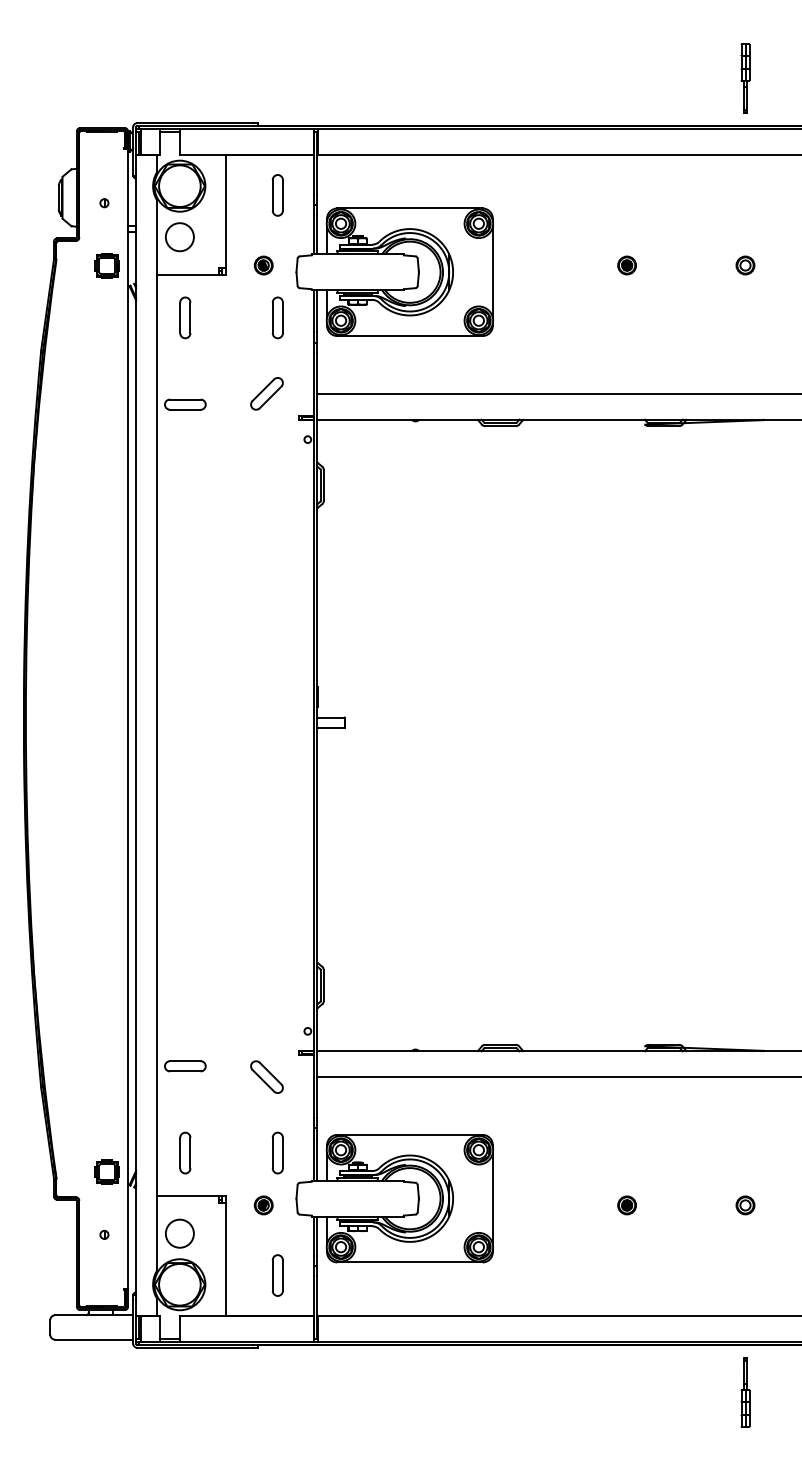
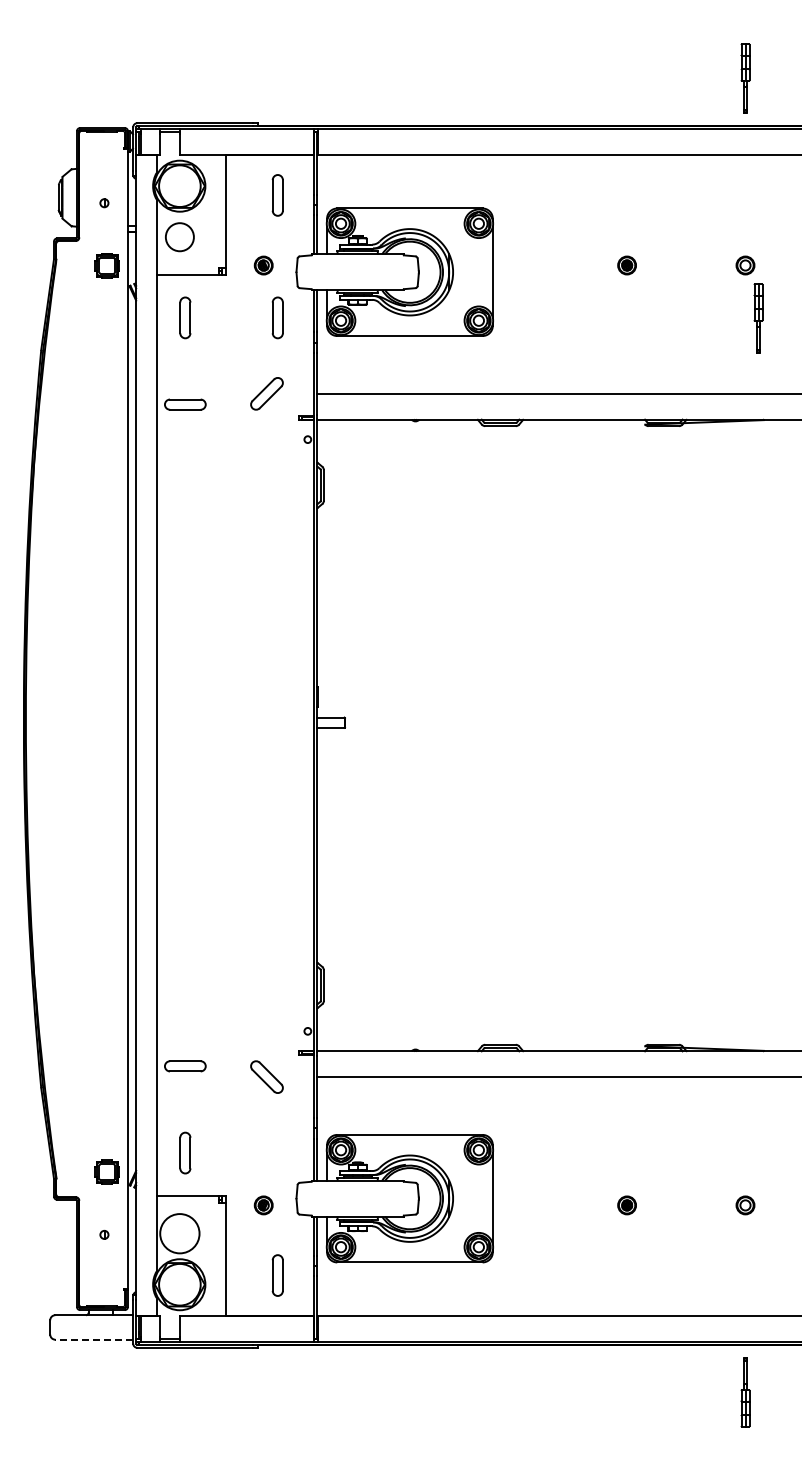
part at (758, 318): none -> present
part at (277, 1152): present -> none
circle at (179, 1233) diameter: 28 px -> 39 px
line at (94, 1339): solid -> dashed
